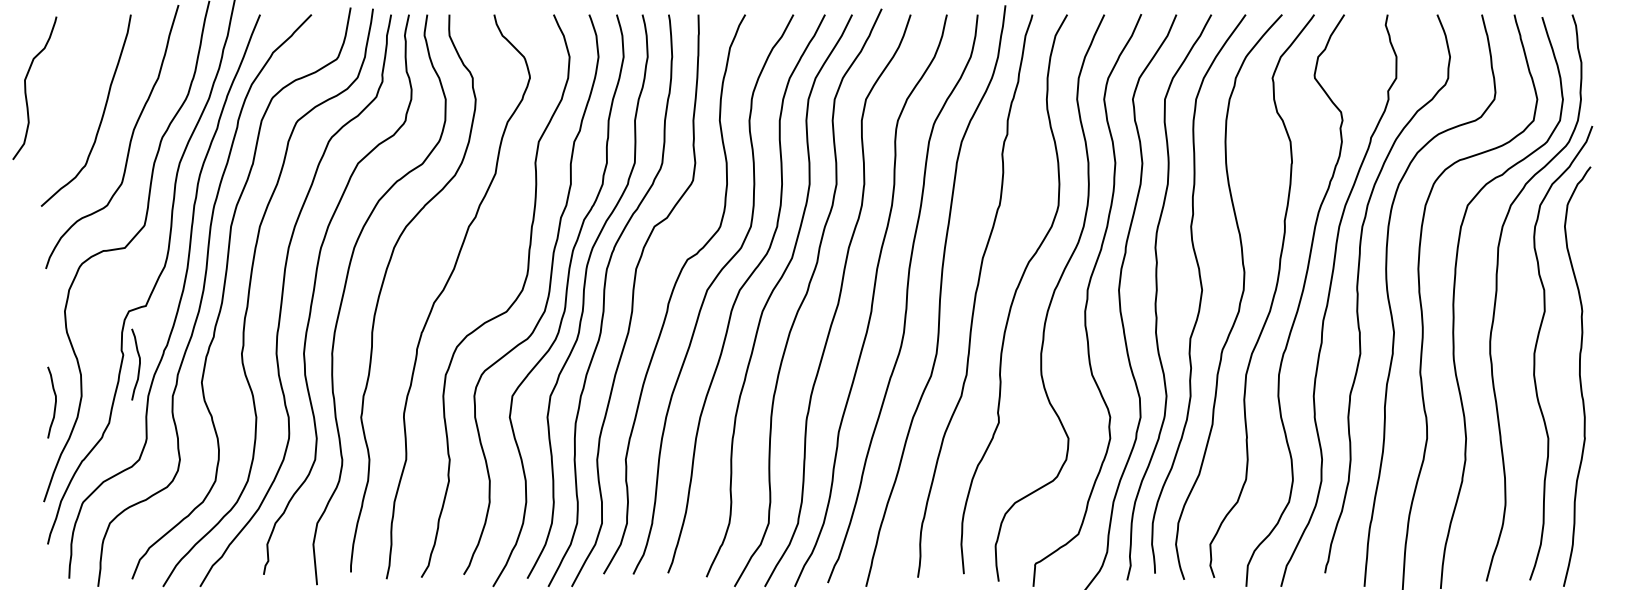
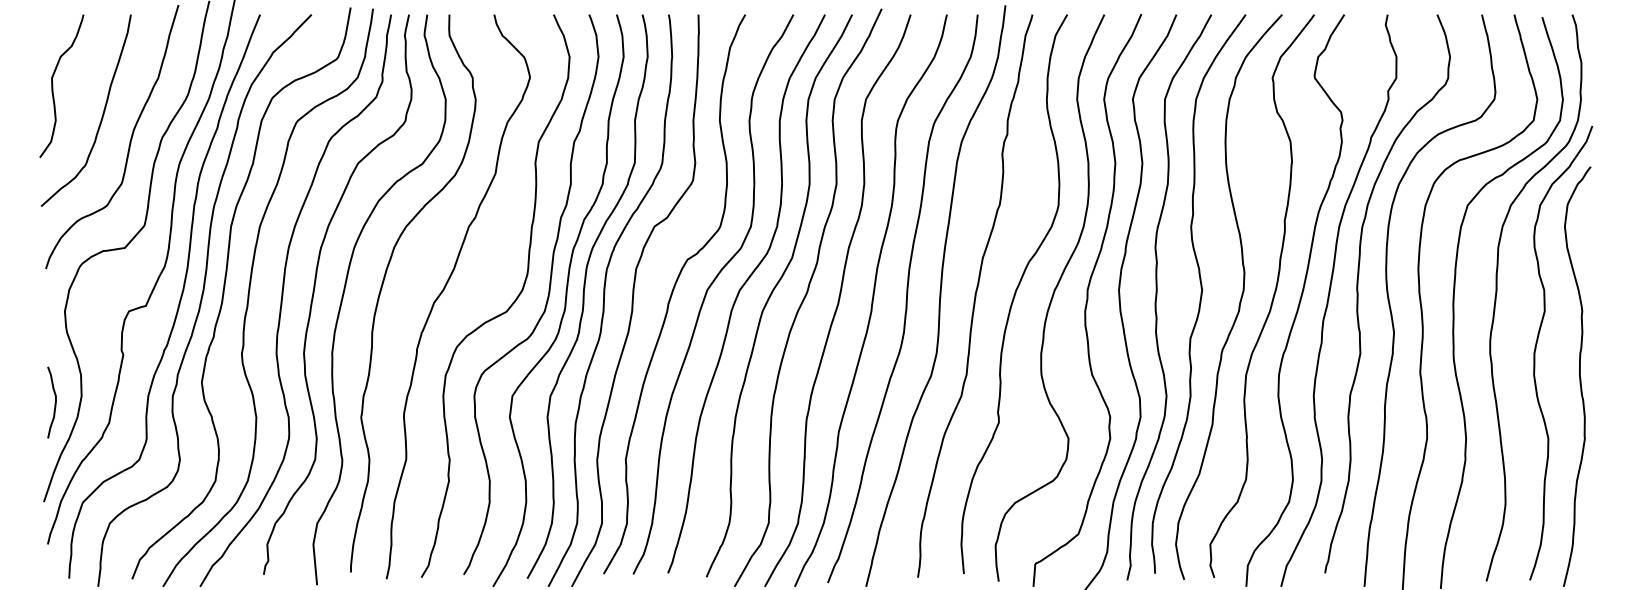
curve at (26, 88) position: (26, 88) -> (53, 86)
curve at (138, 365): present -> none
